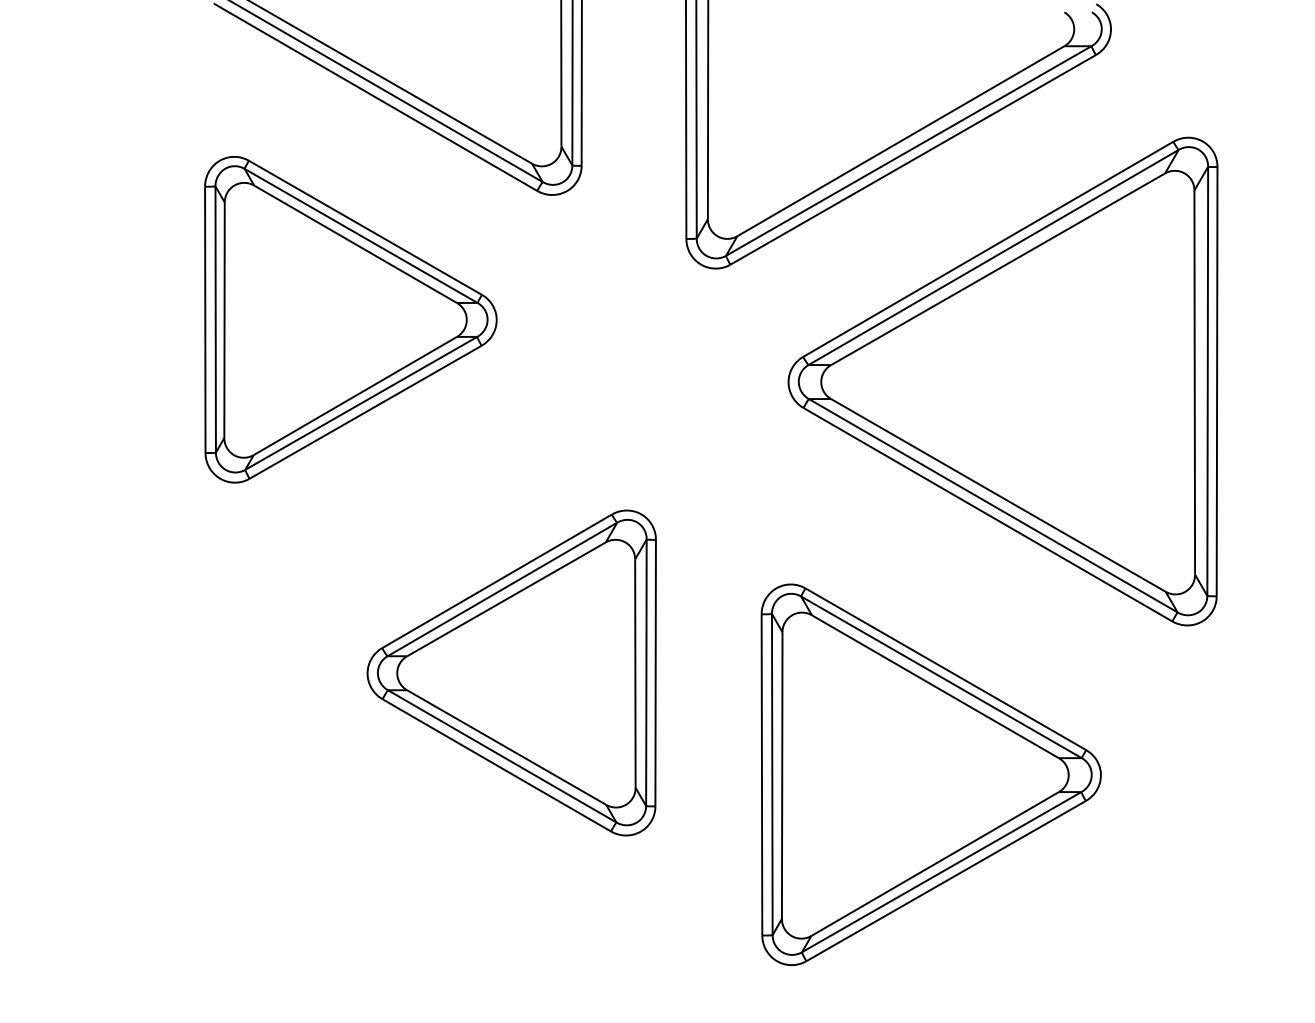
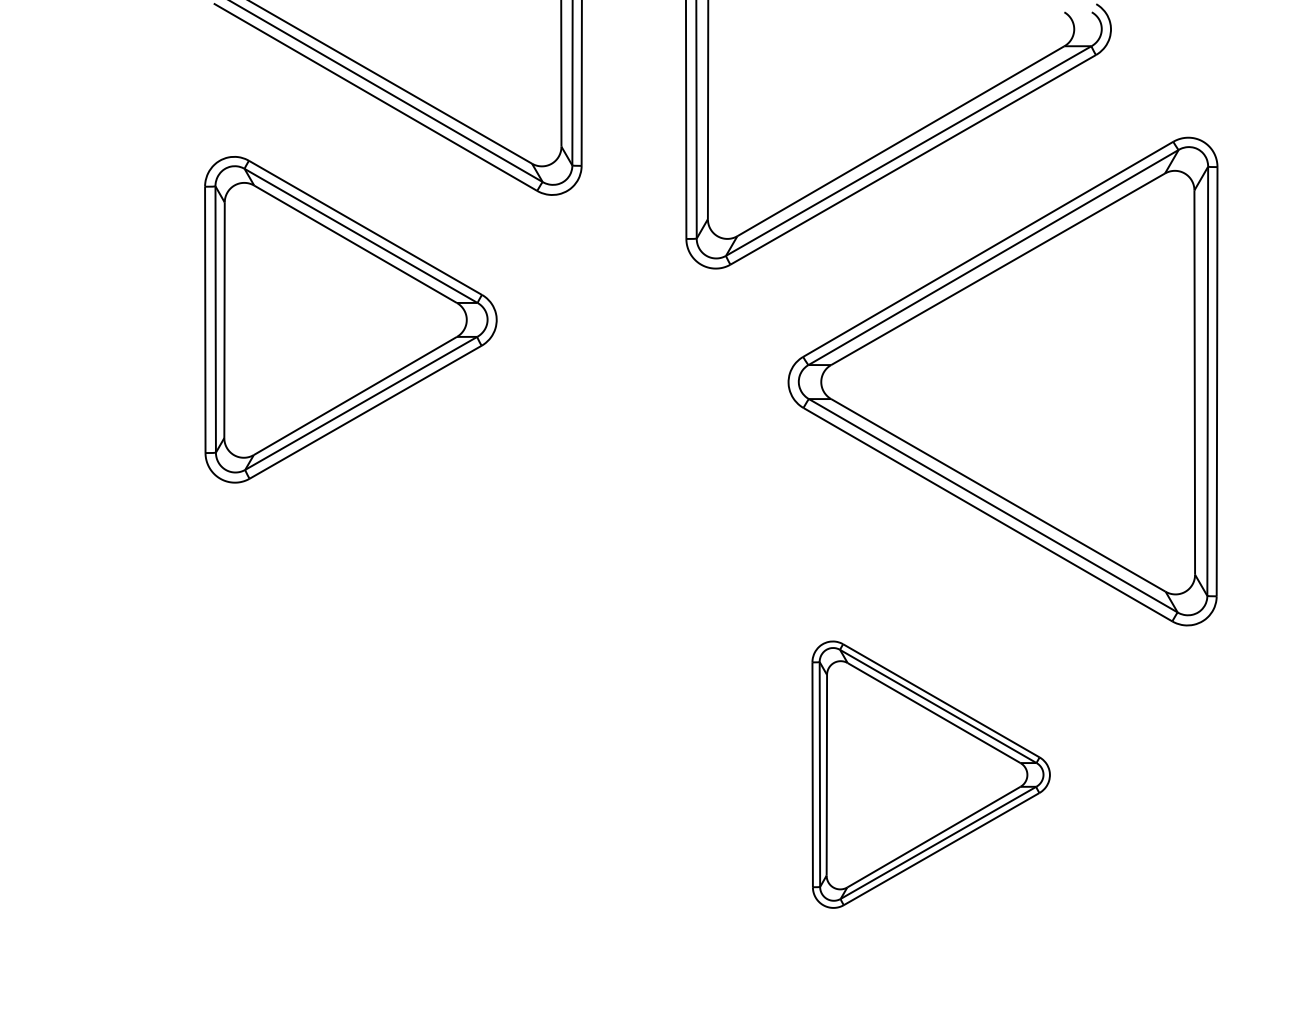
part at (511, 672): present -> none
part at (930, 774) size: 342x383 px -> 240x269 px
